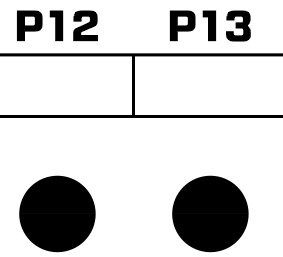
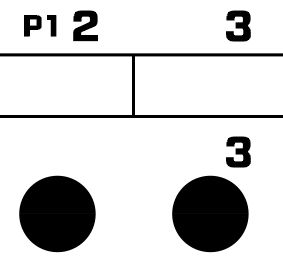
part at (40, 25) size: 47x32 px -> 33x22 px
part at (192, 25): present -> none
part at (238, 151): none -> present
